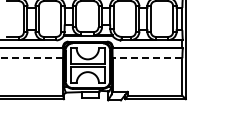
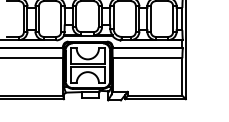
line at (31, 58): dashed -> solid
line at (147, 58): dashed -> solid
